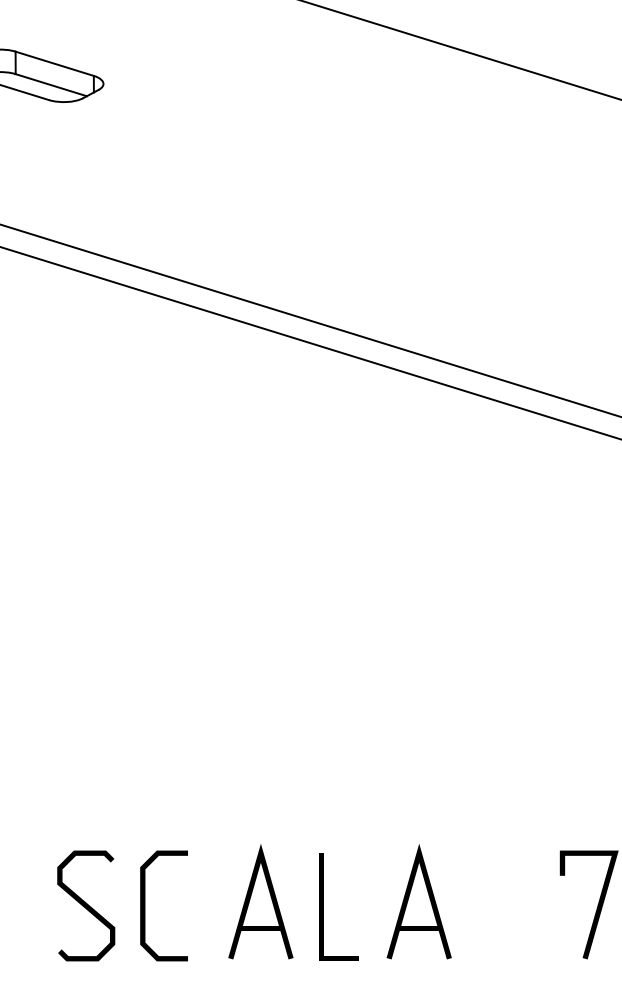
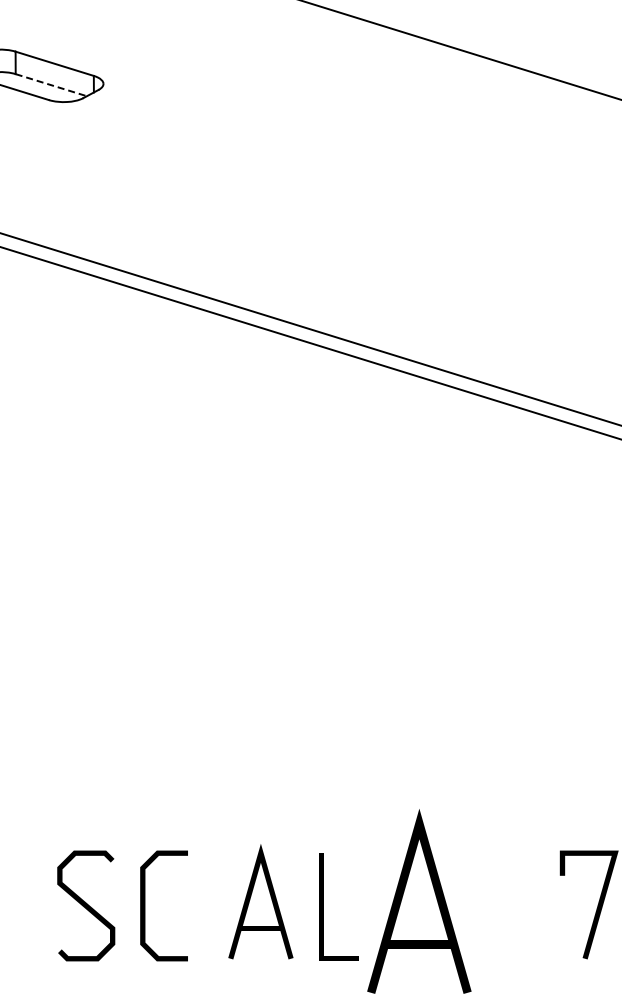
line at (51, 85): solid -> dashed
line at (310, 320) position: (310, 320) -> (310, 328)
part at (418, 901) size: 66x116 px -> 105x185 px
